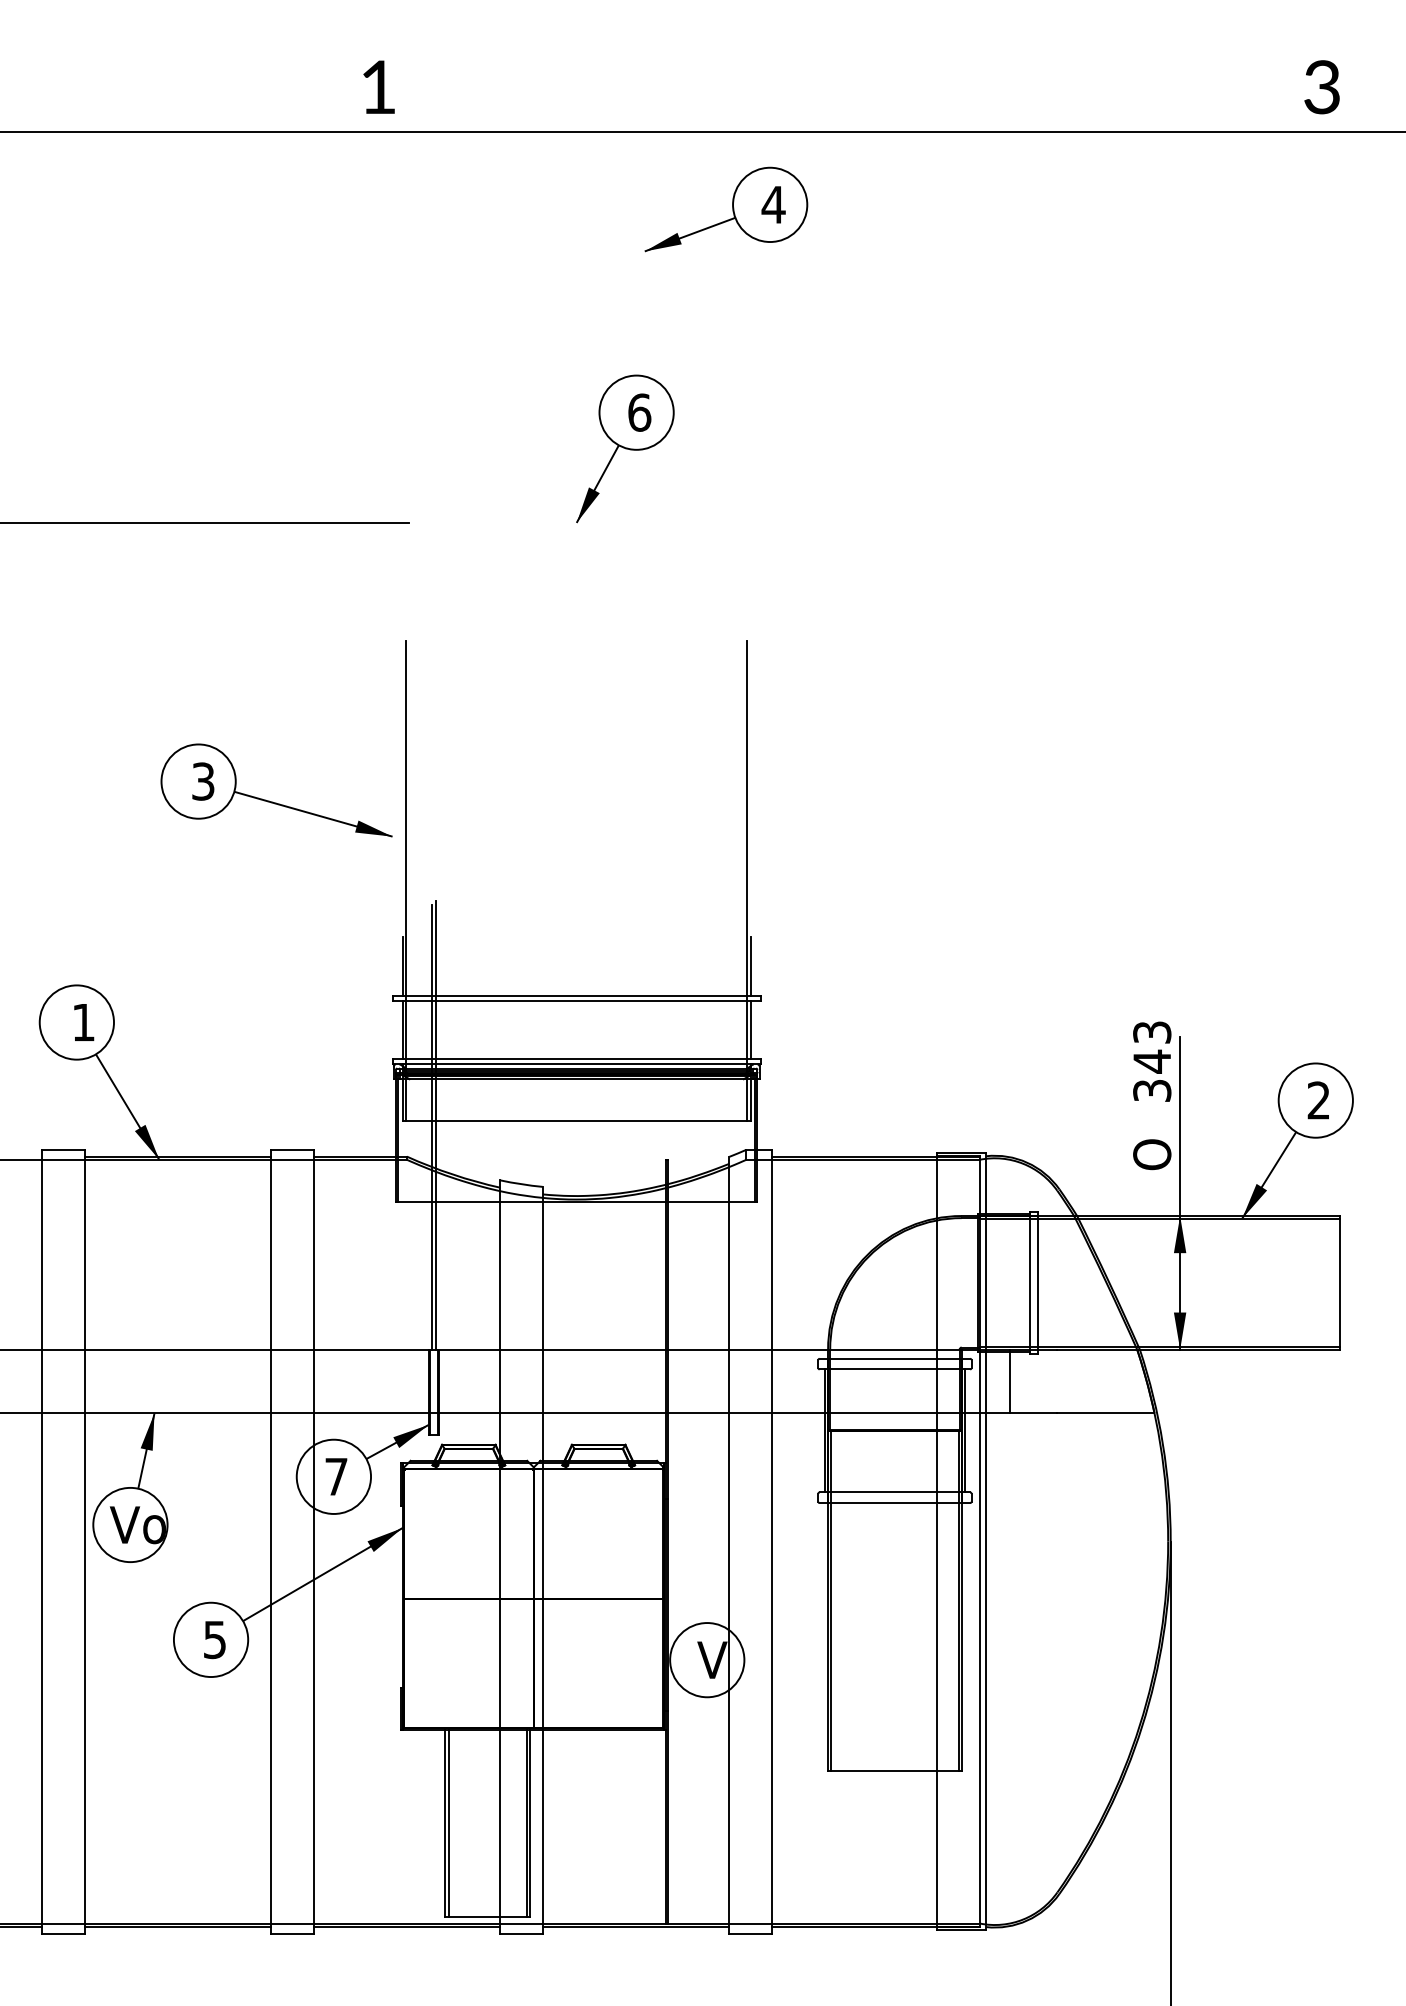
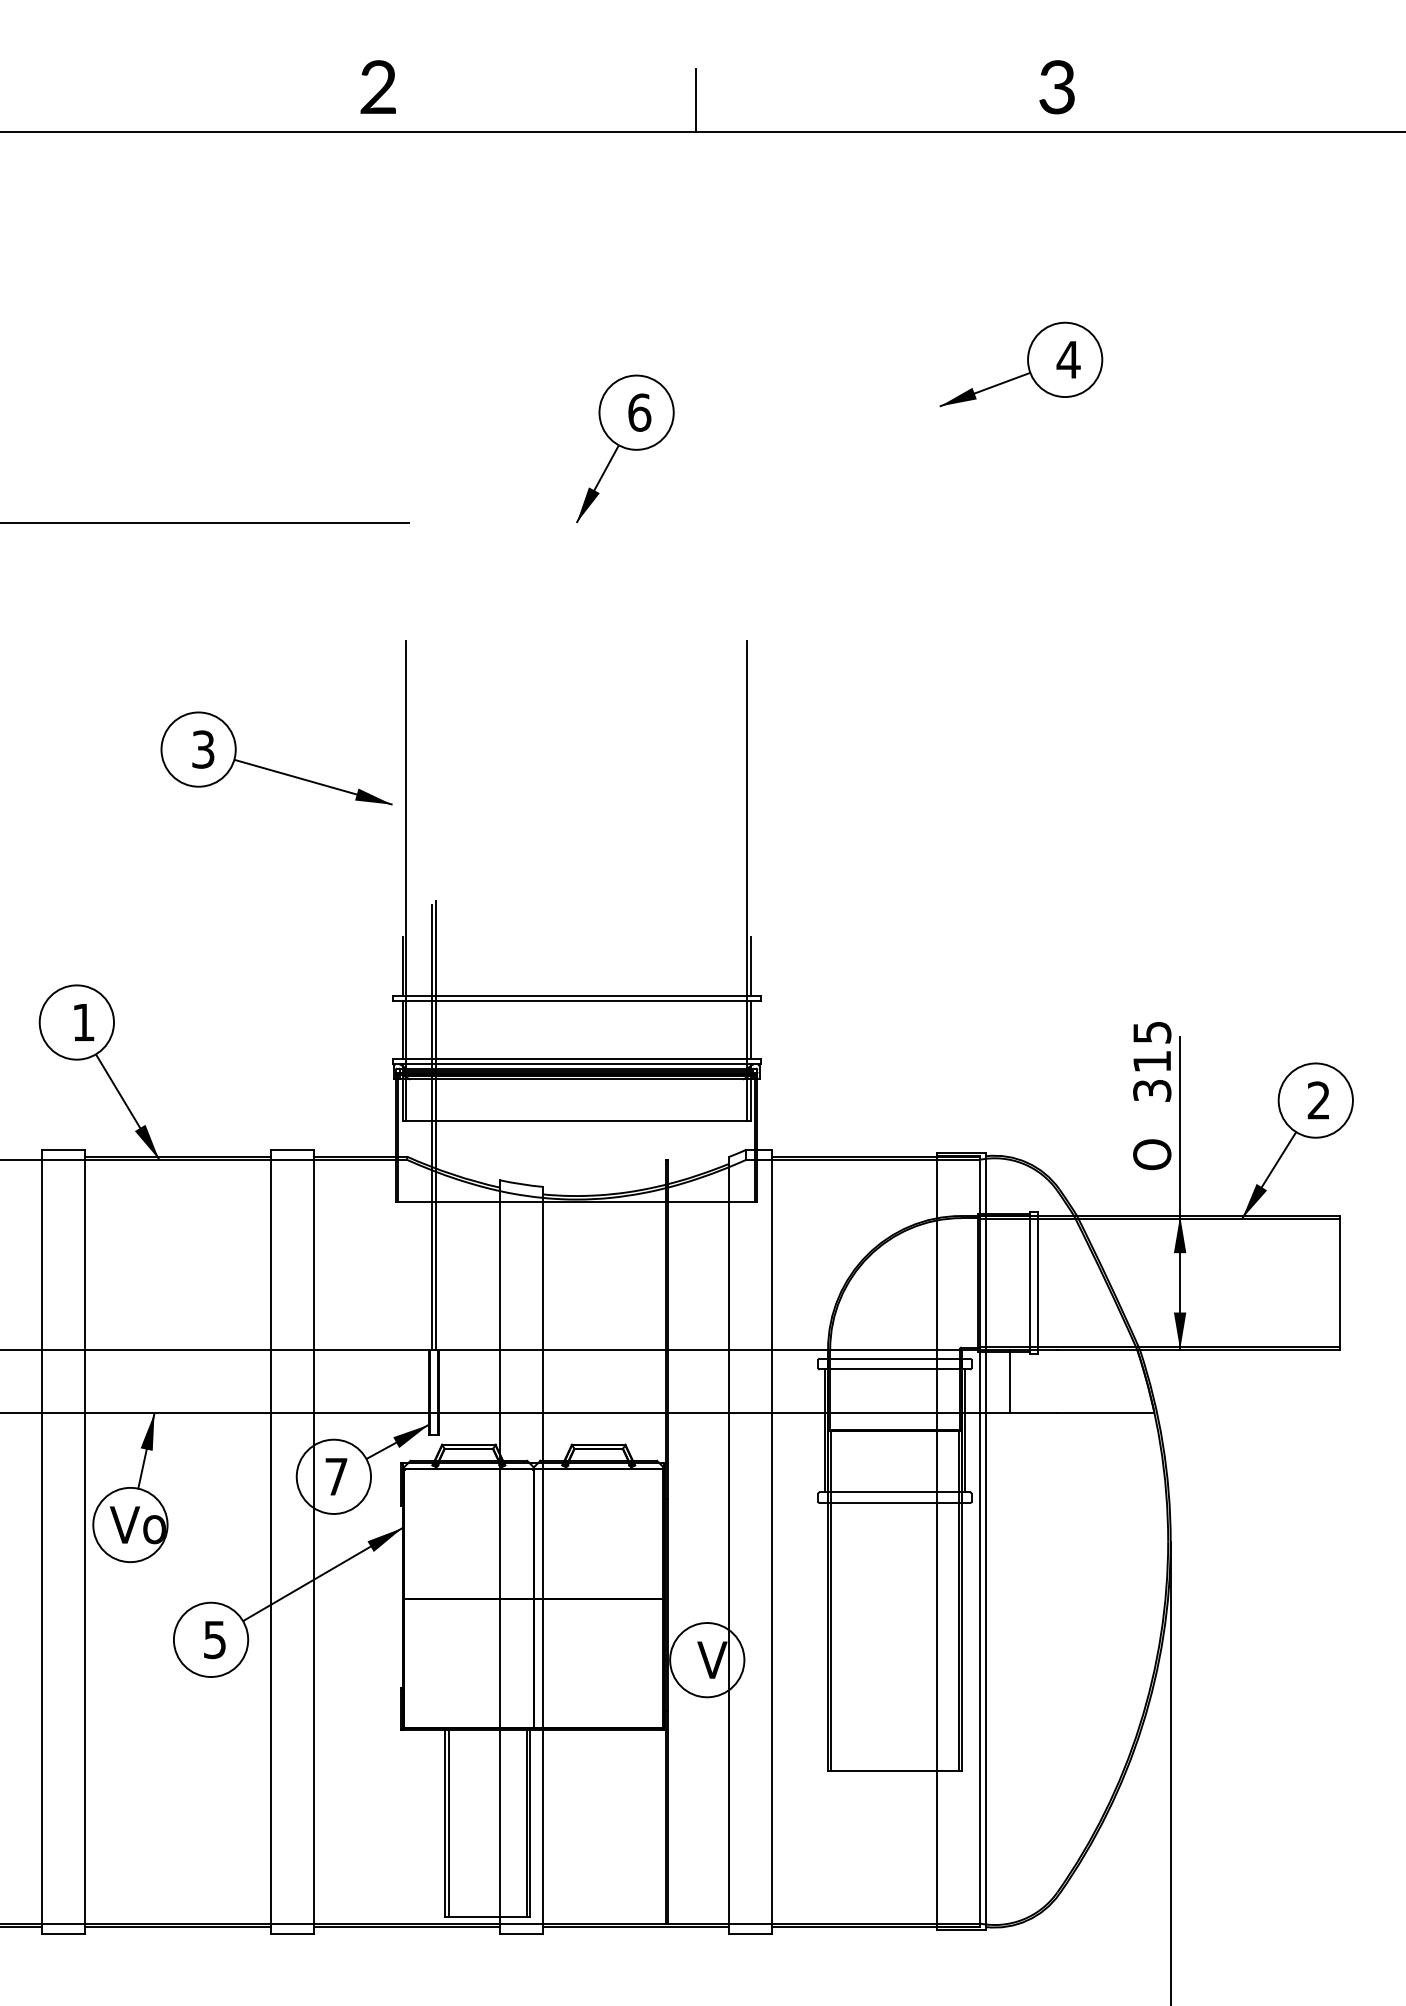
text at (377, 86): 1 -> 2
text at (1321, 87) position: (1321, 87) -> (1056, 87)
line at (696, 100): none -> present
part at (726, 209) position: (726, 209) -> (1021, 364)
part at (272, 801) position: (272, 801) -> (272, 769)
text at (1151, 1047): 343 -> 315
